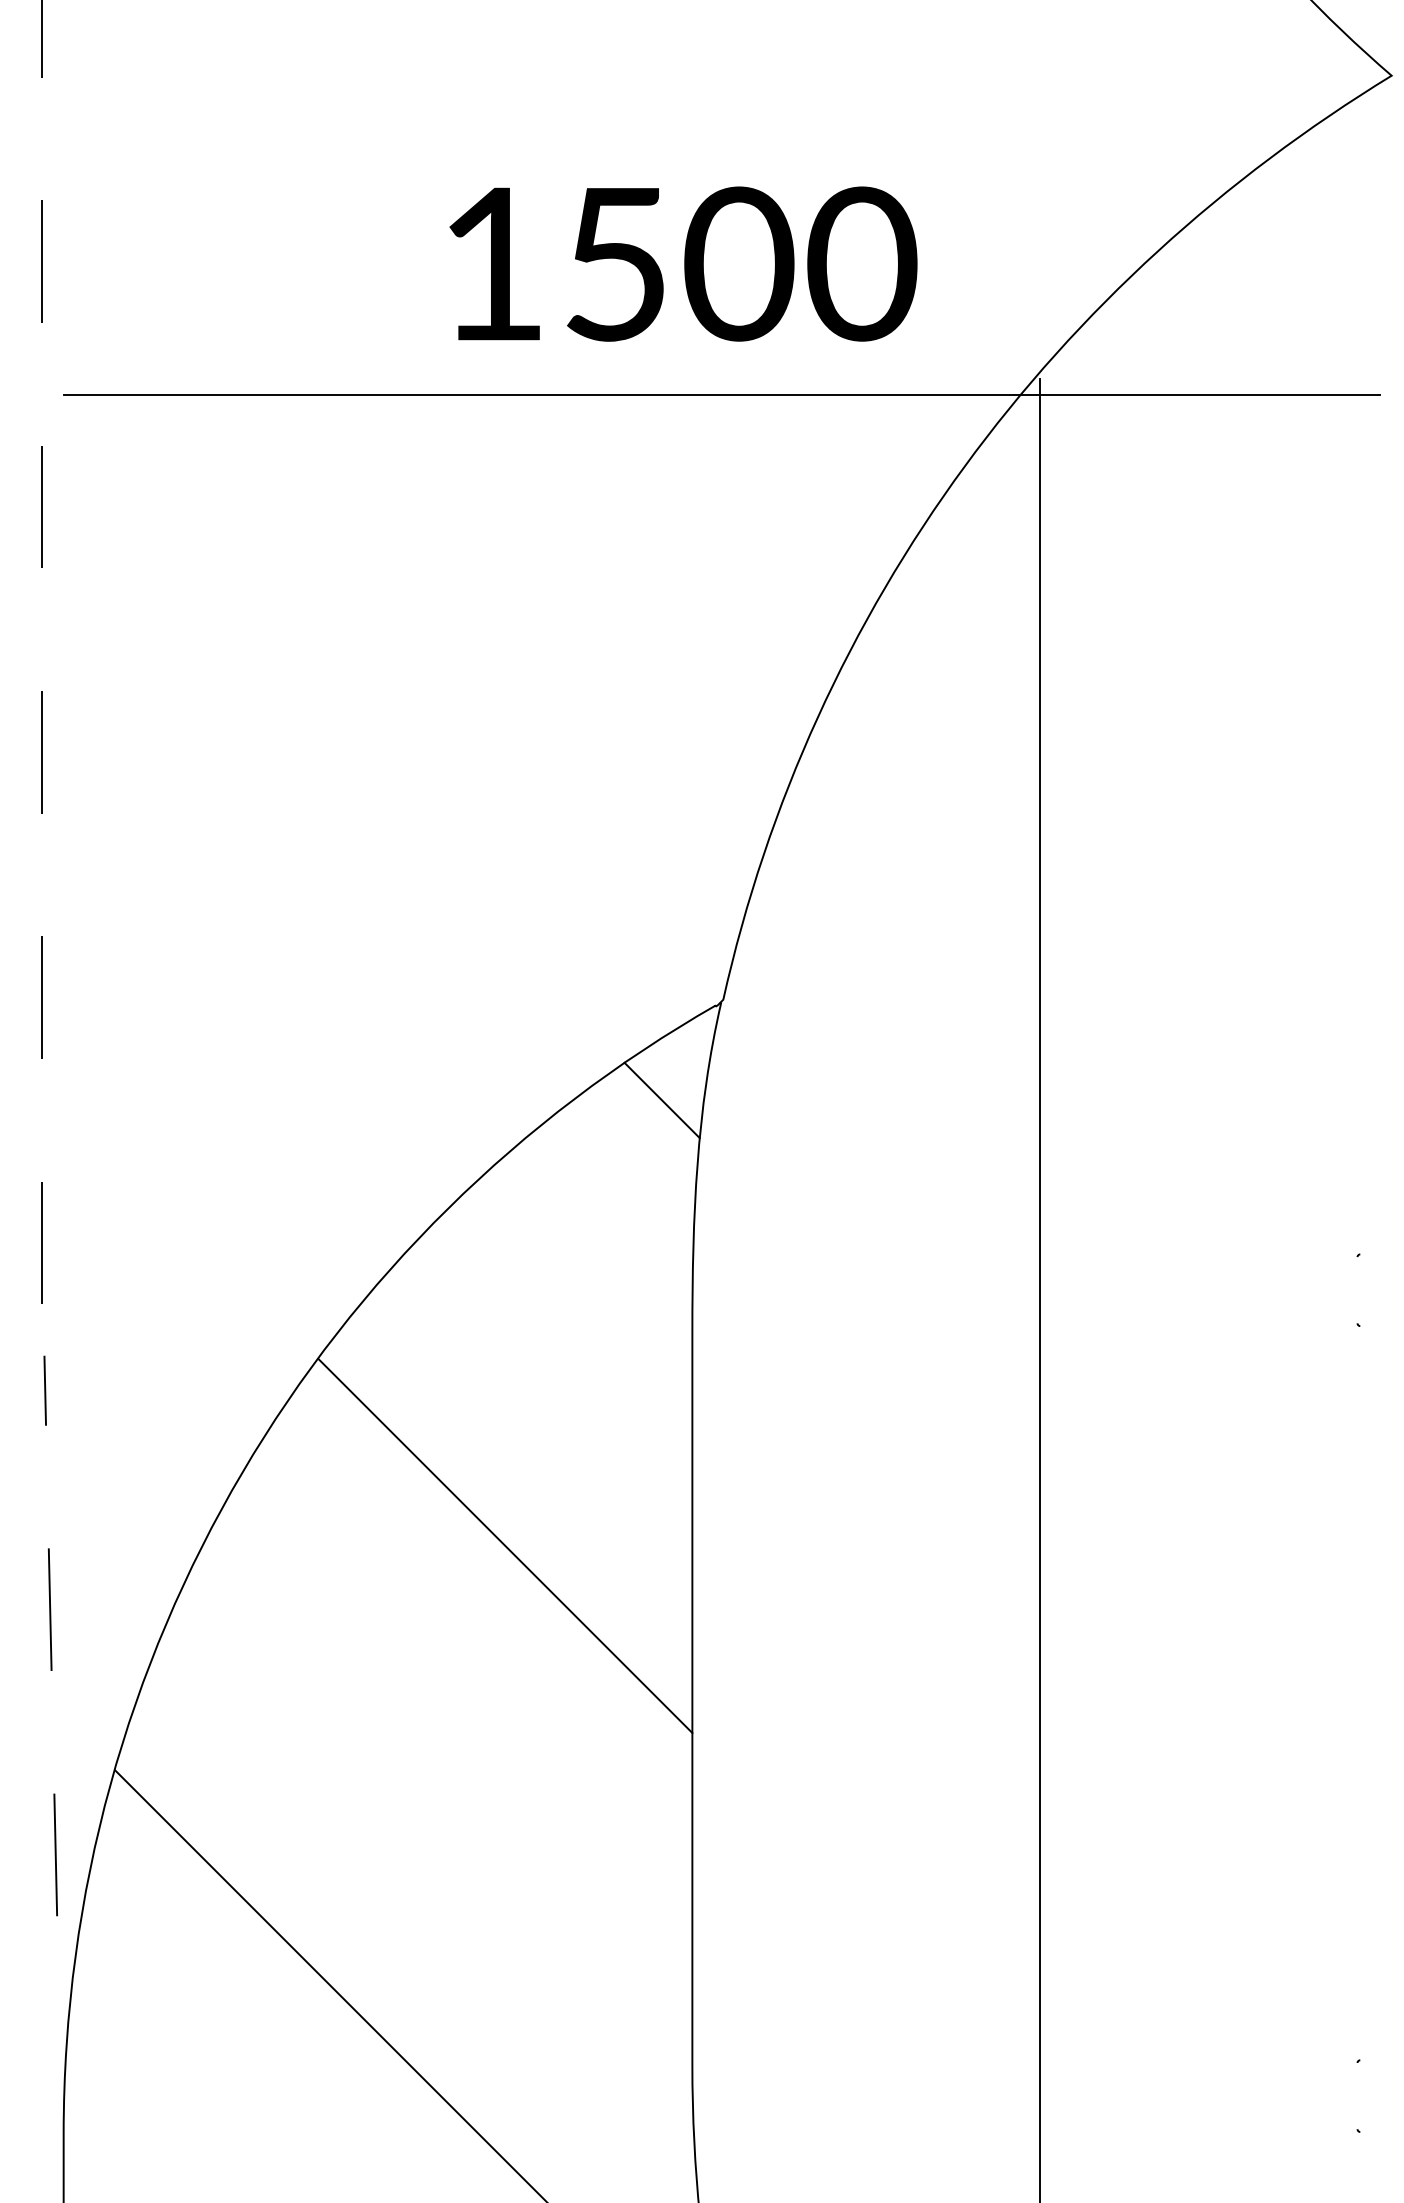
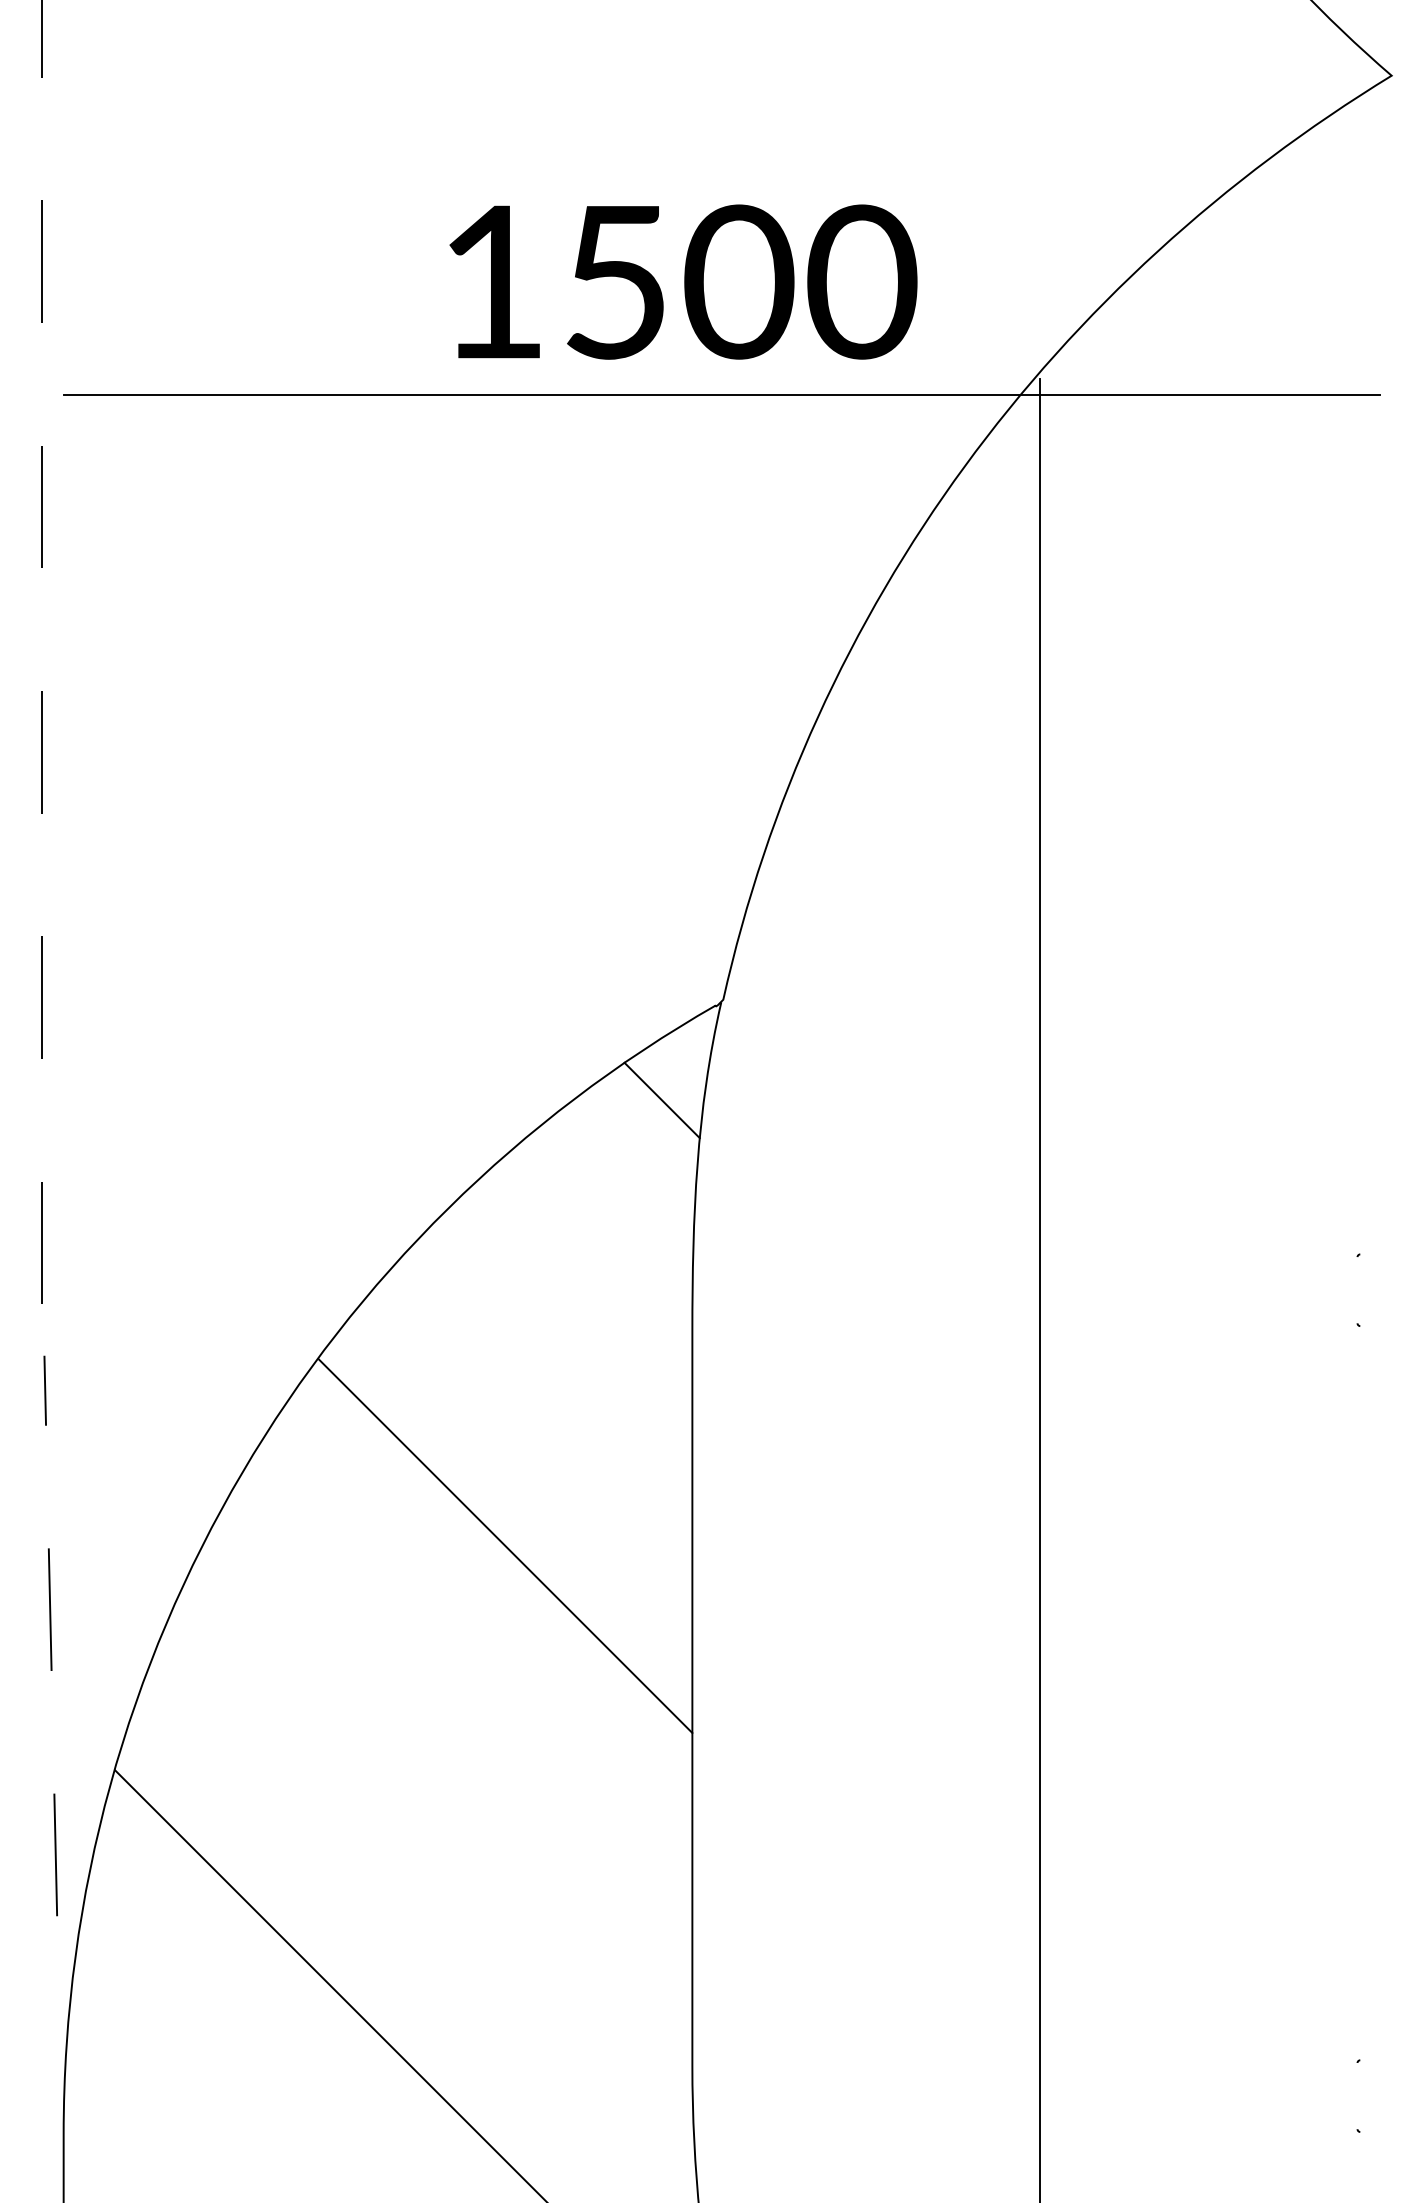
text at (683, 263) position: (683, 263) -> (683, 281)
